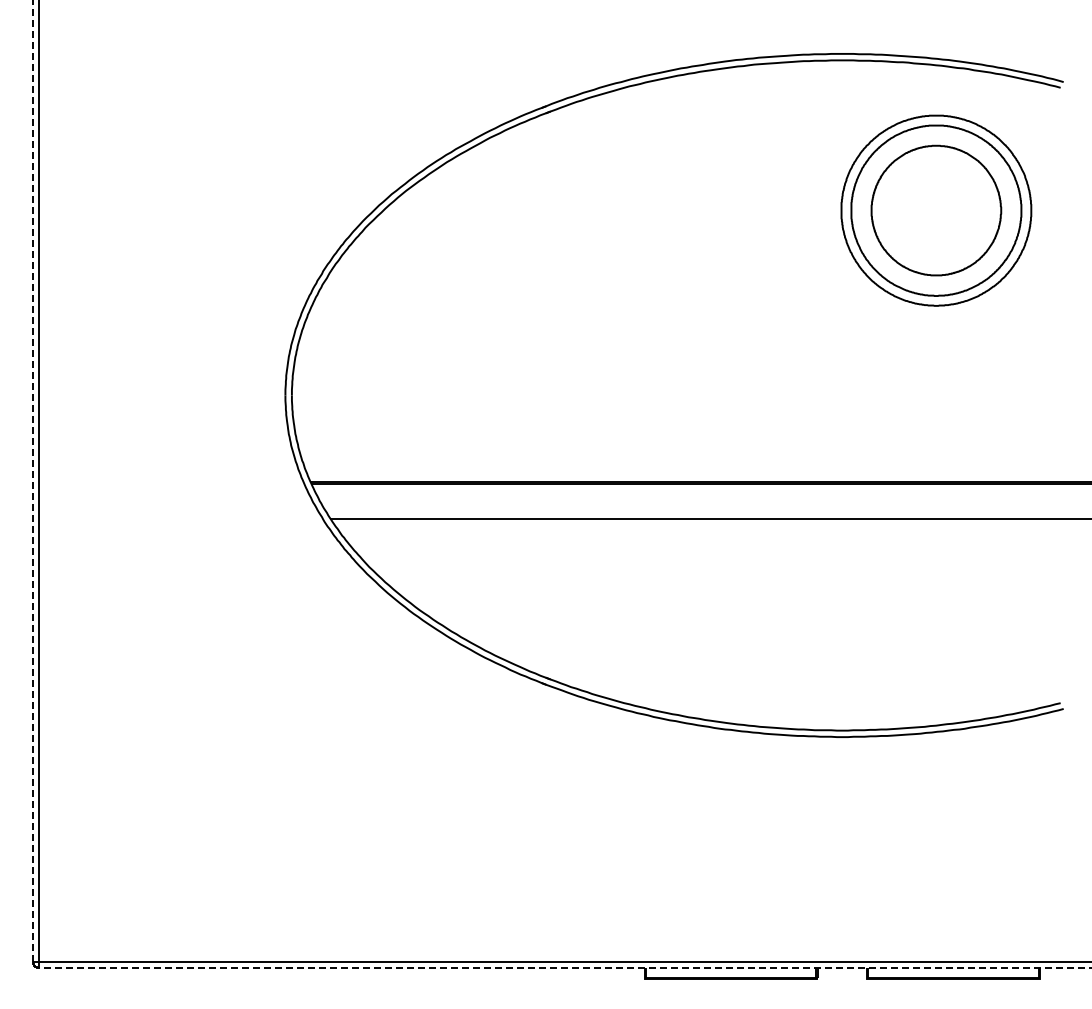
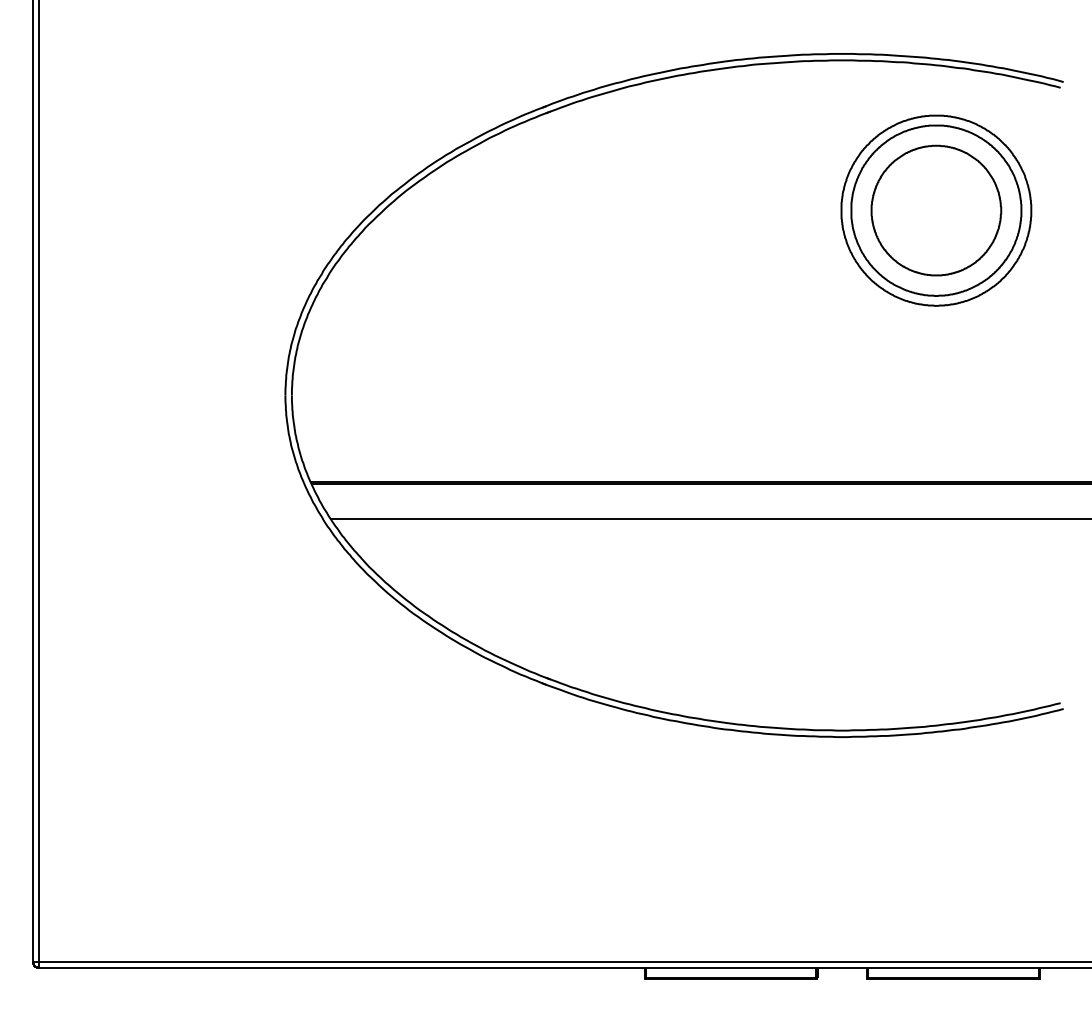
line at (32, 481): dashed -> solid
line at (565, 968): dashed -> solid
